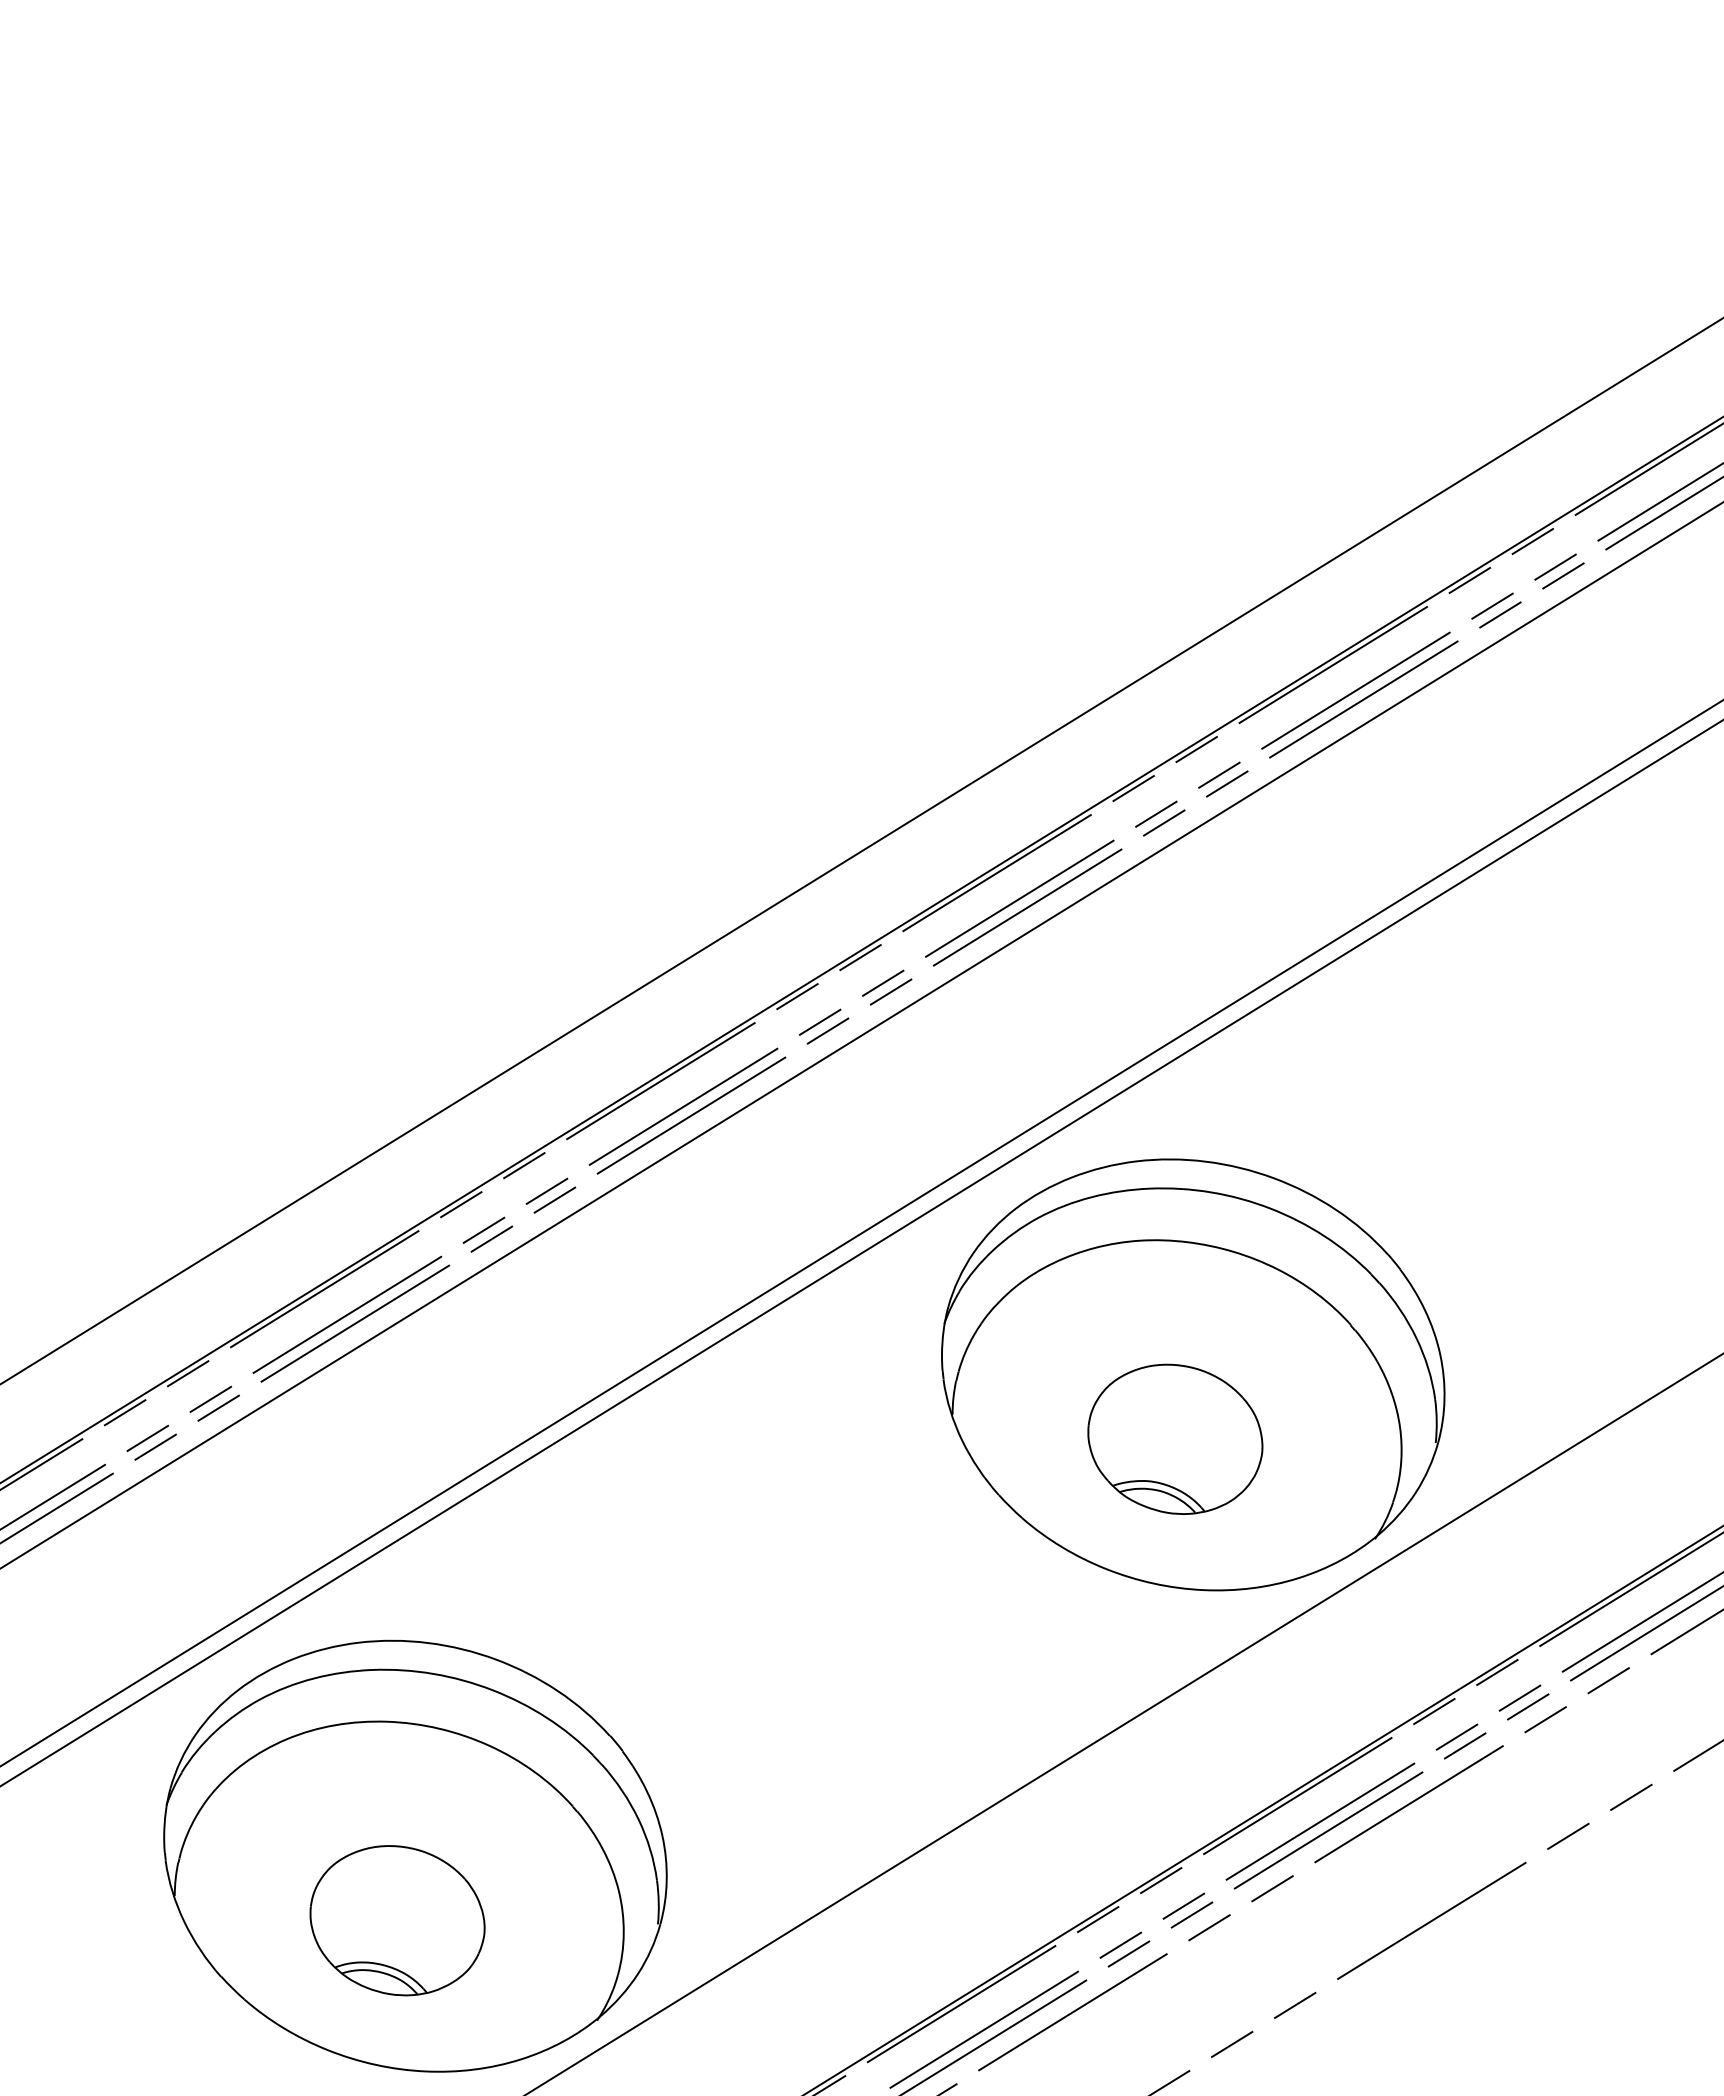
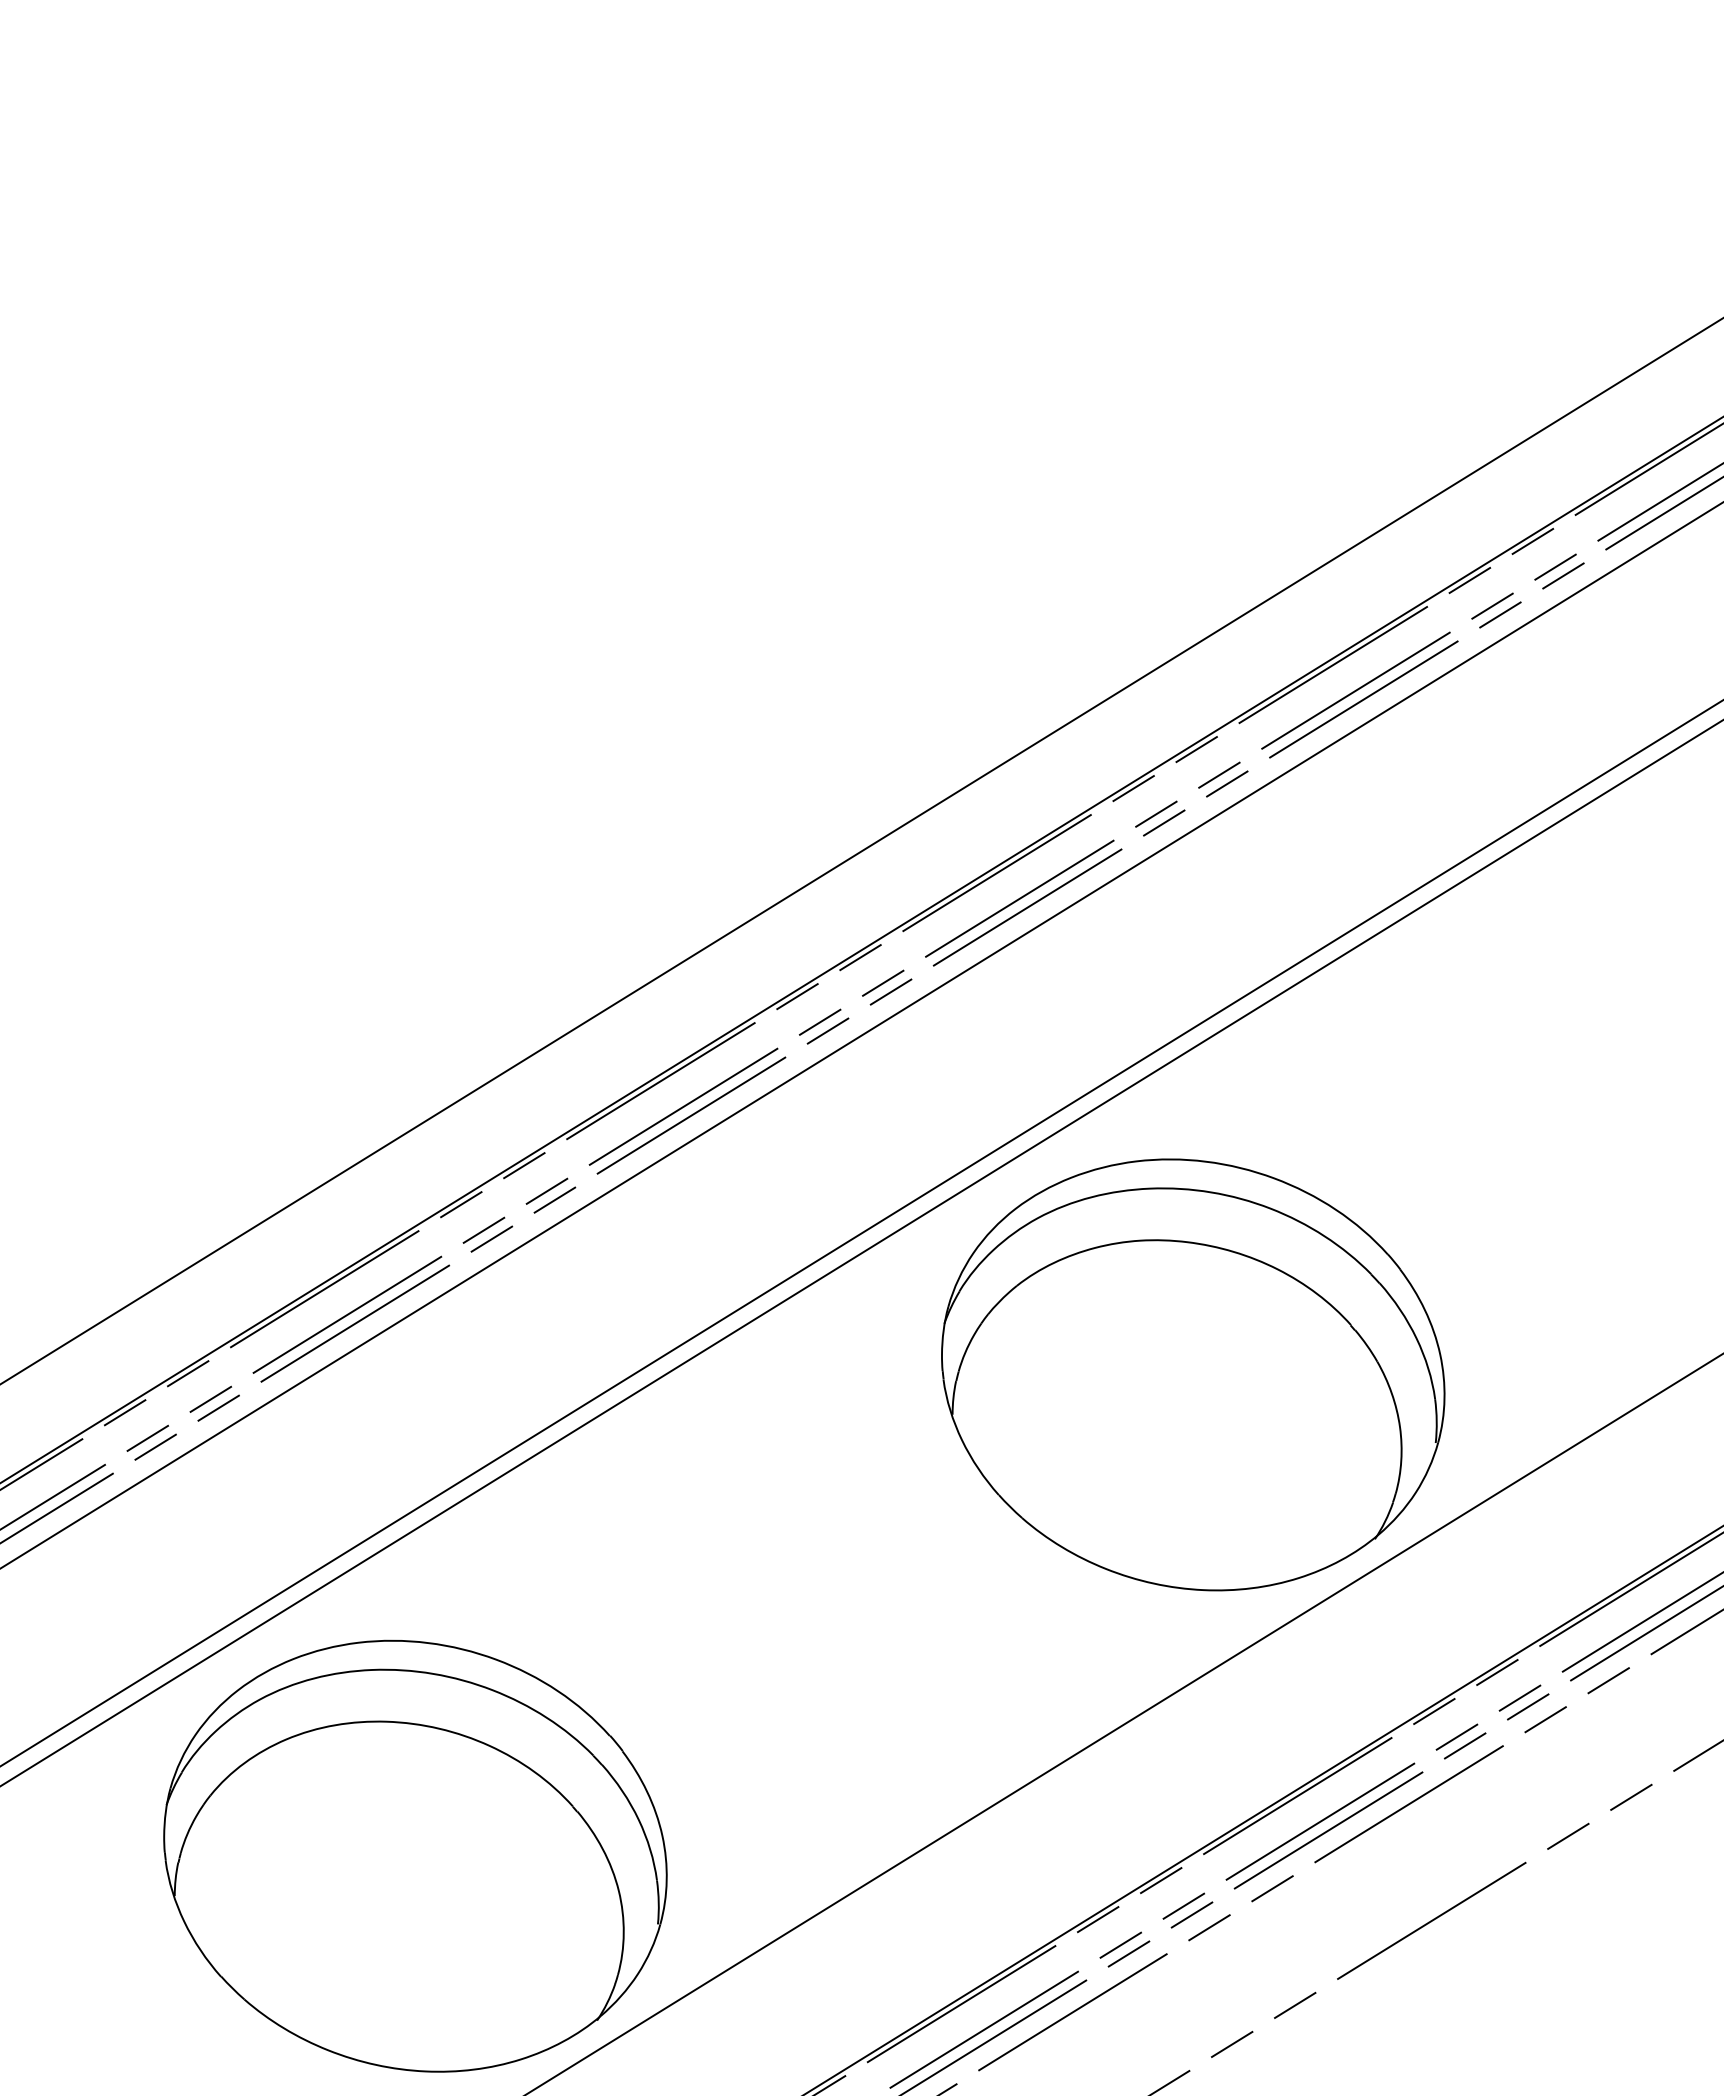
part at (1175, 1438): present -> none
part at (397, 1920): present -> none
